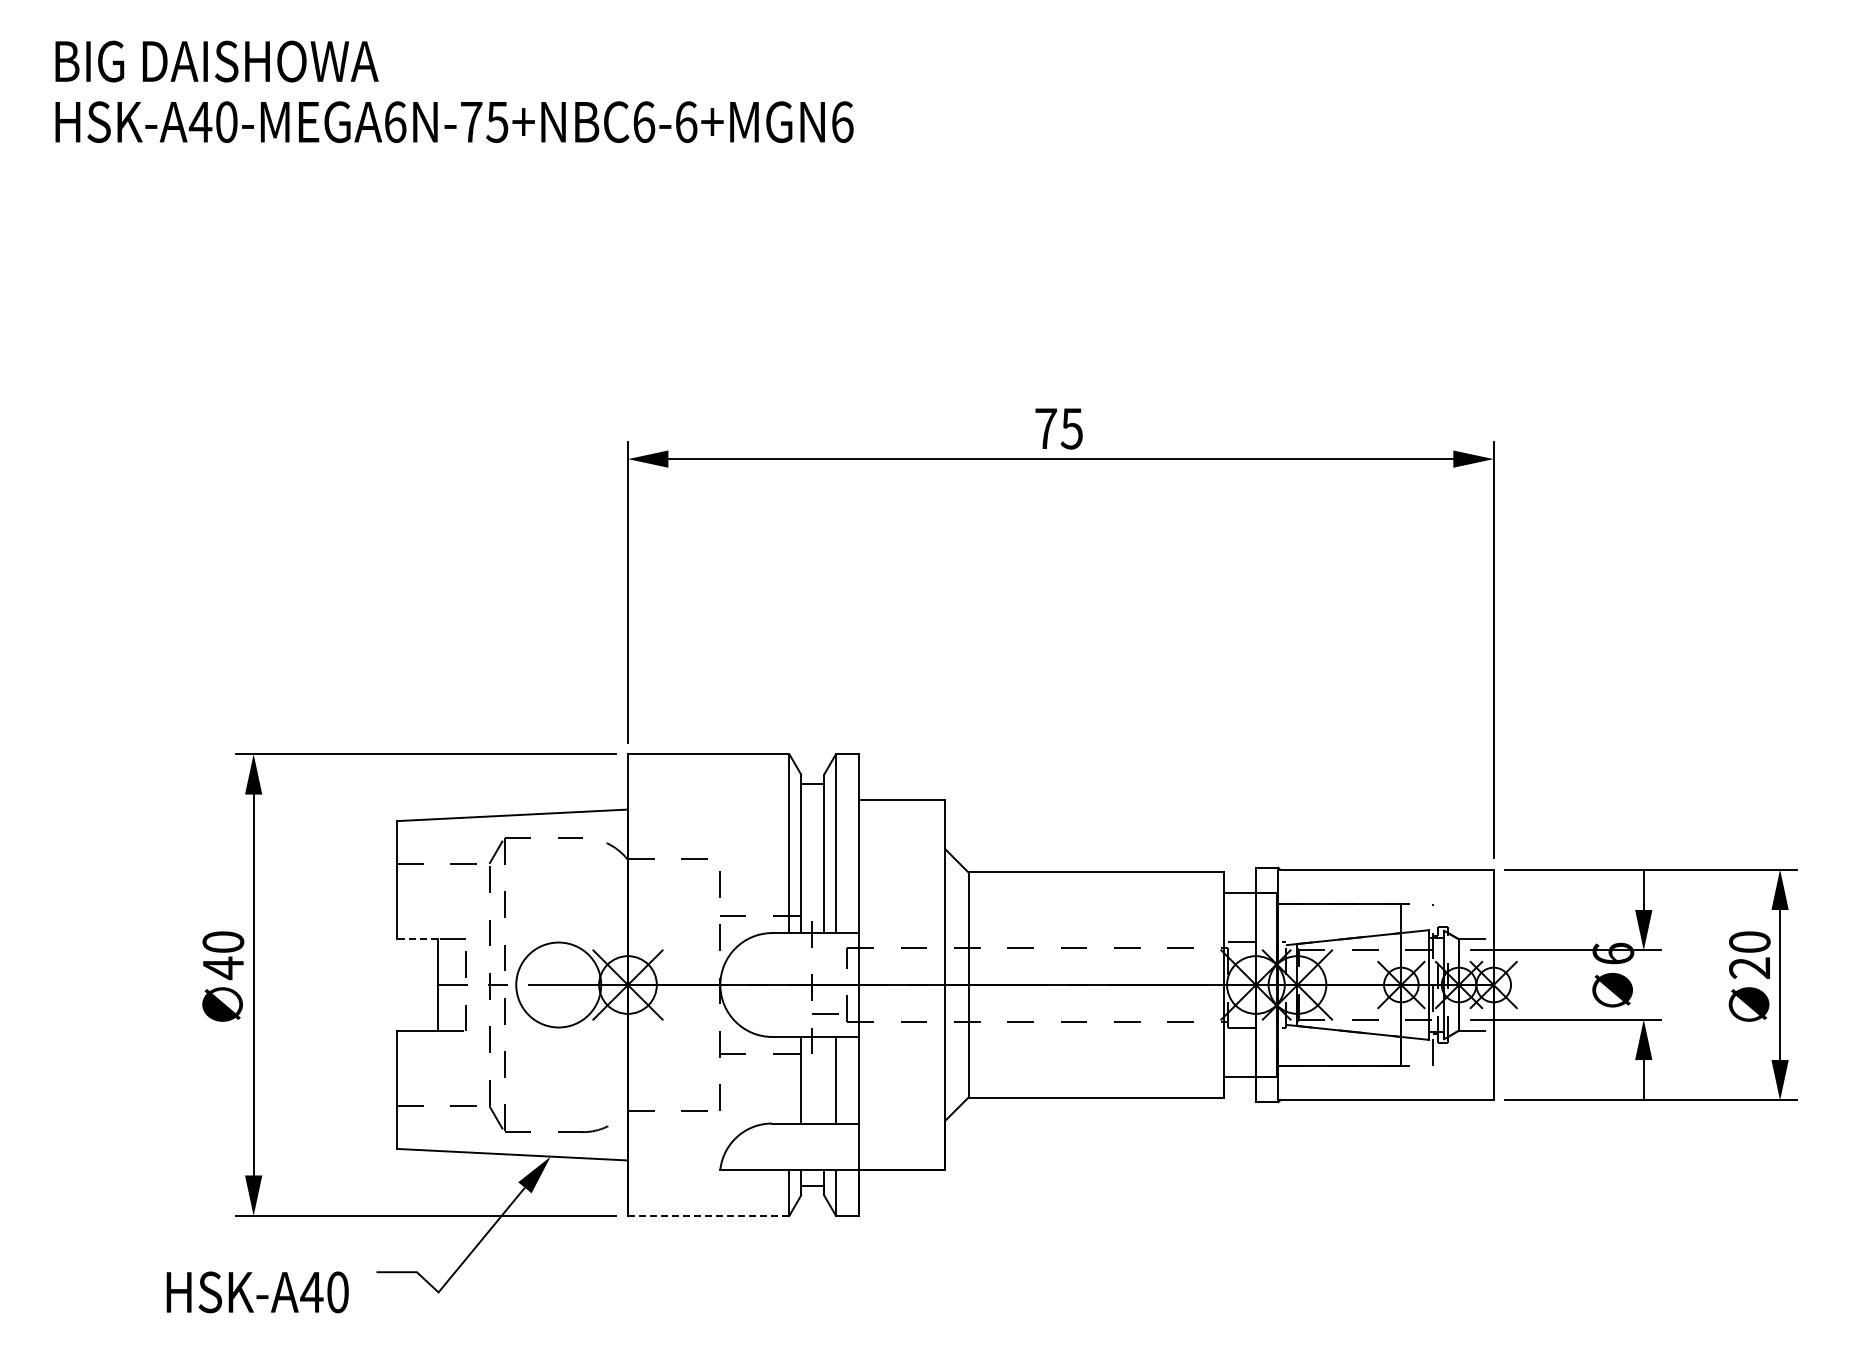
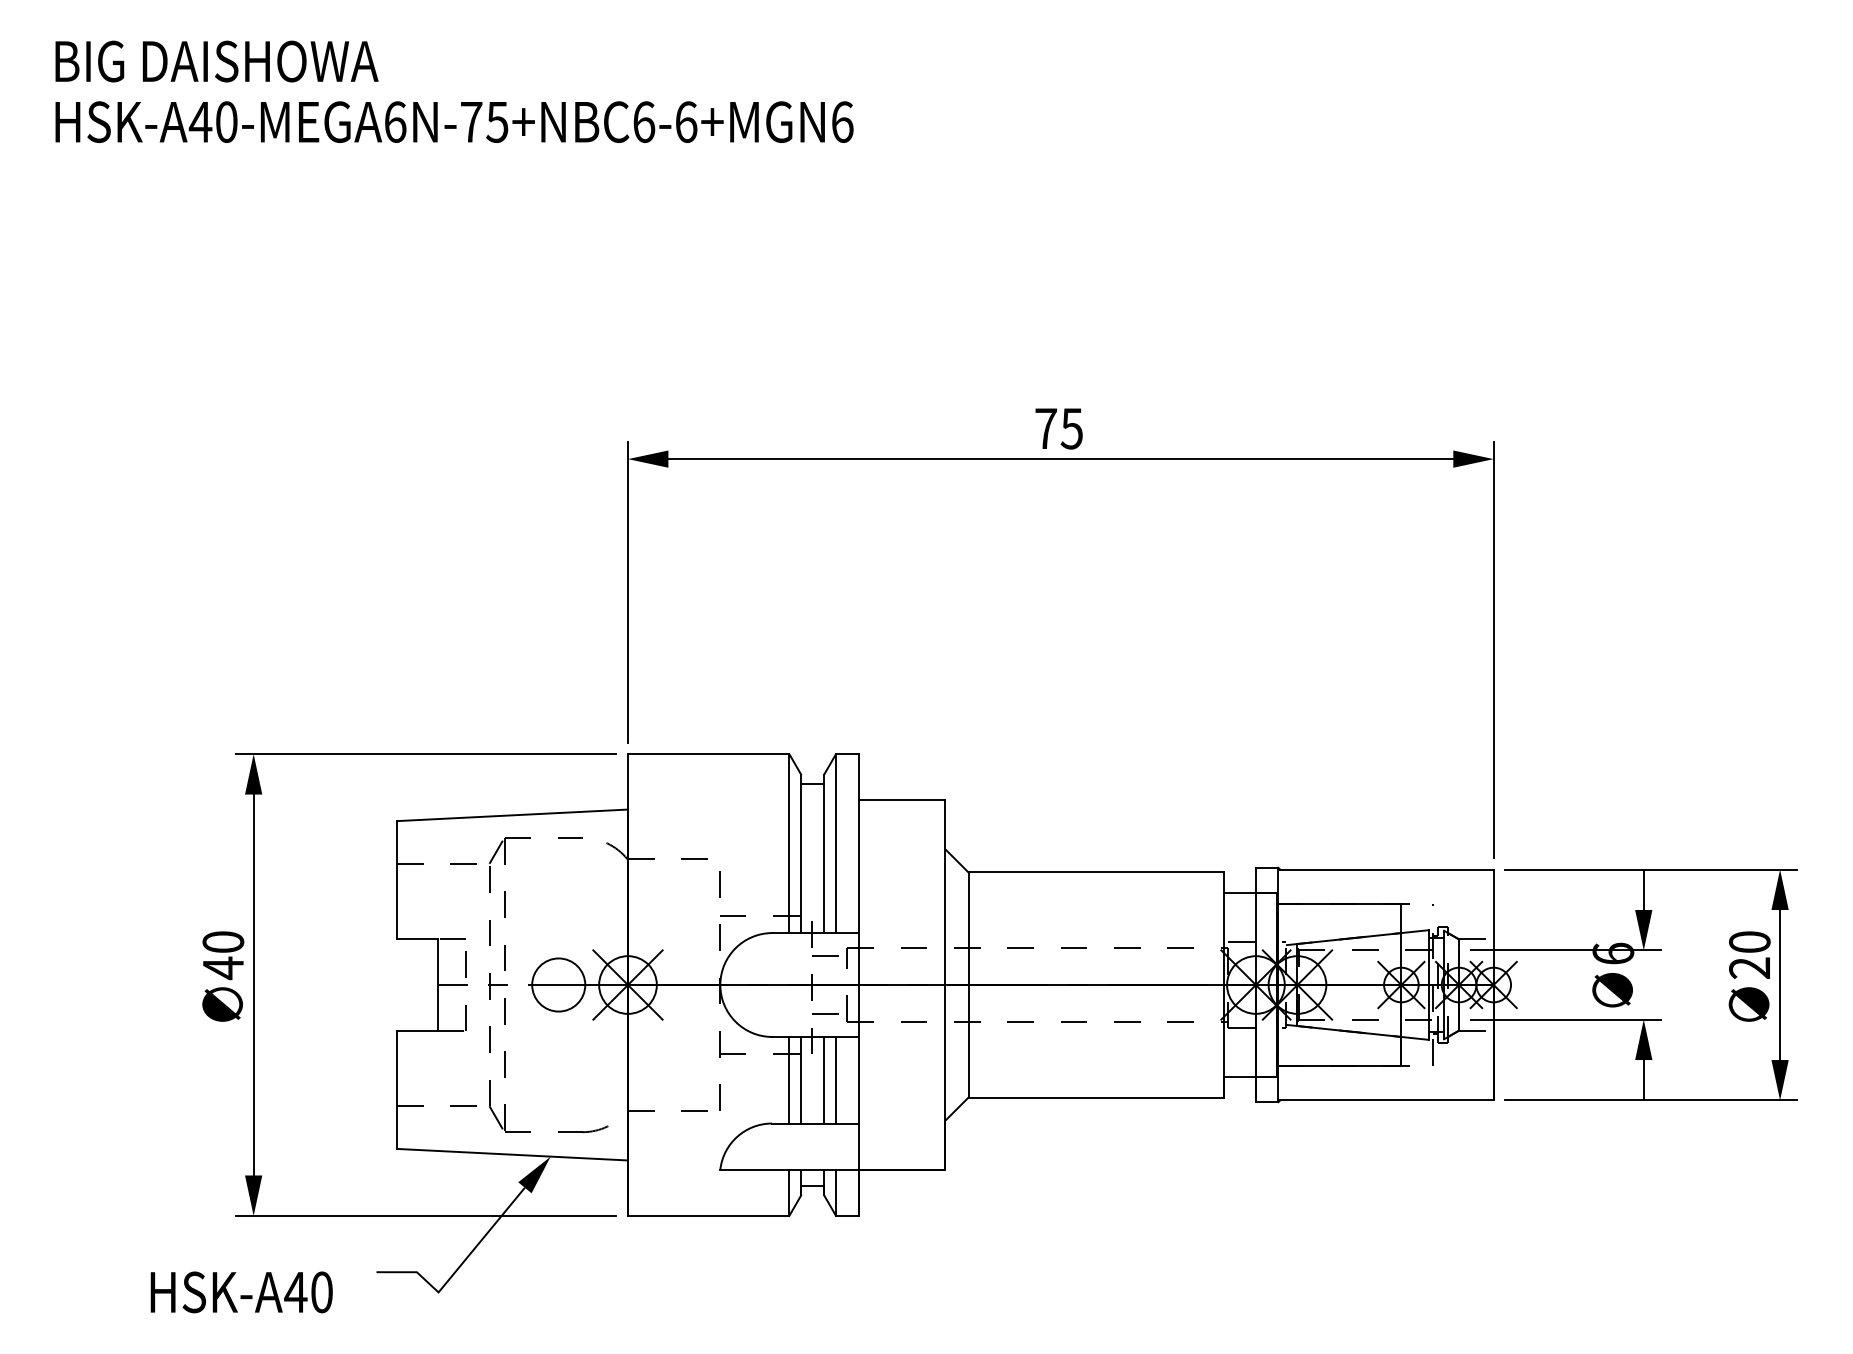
line at (416, 938): dashed -> solid
line at (825, 955): none -> present
circle at (558, 984) diameter: 85 px -> 53 px
line at (789, 1079): none -> present
line at (824, 1079): none -> present
line at (708, 1215): dashed -> solid
text at (257, 1292) position: (257, 1292) -> (241, 1292)
